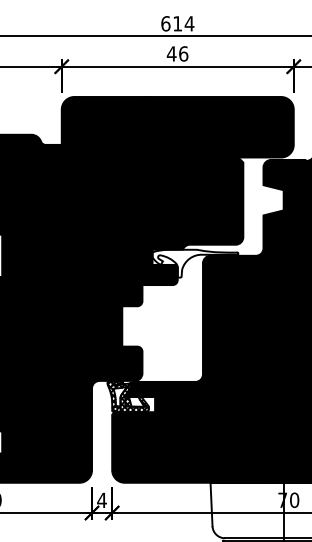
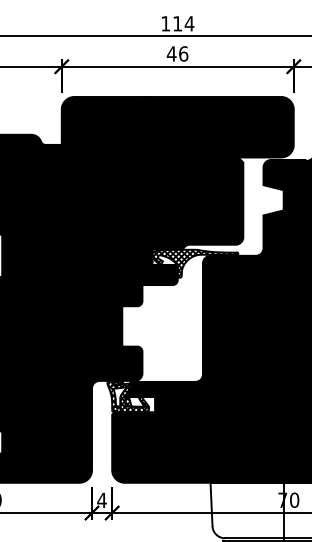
text at (165, 23): 614 -> 114
hatch at (194, 263): none -> present
